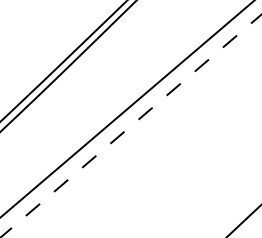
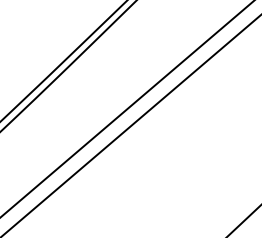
line at (130, 126): dashed -> solid
